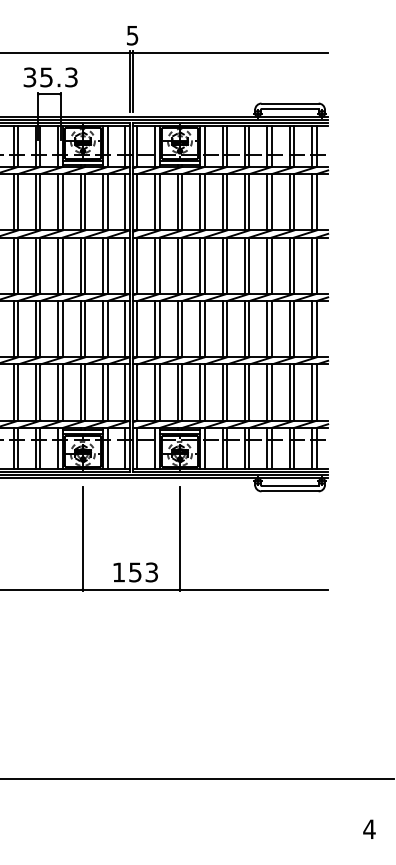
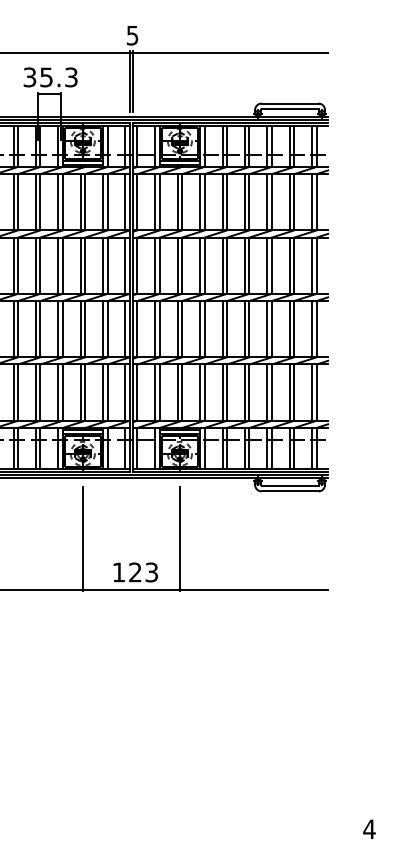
text at (135, 572): 153 -> 123
line at (197, 778): present -> none
